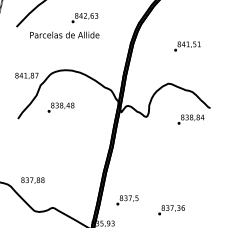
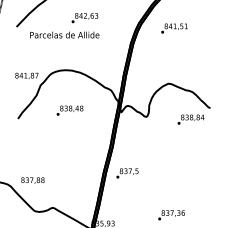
text at (187, 46) position: (187, 46) -> (174, 28)
text at (60, 107) position: (60, 107) -> (69, 110)
text at (127, 200) position: (127, 200) -> (127, 173)
text at (171, 210) position: (171, 210) -> (171, 215)
